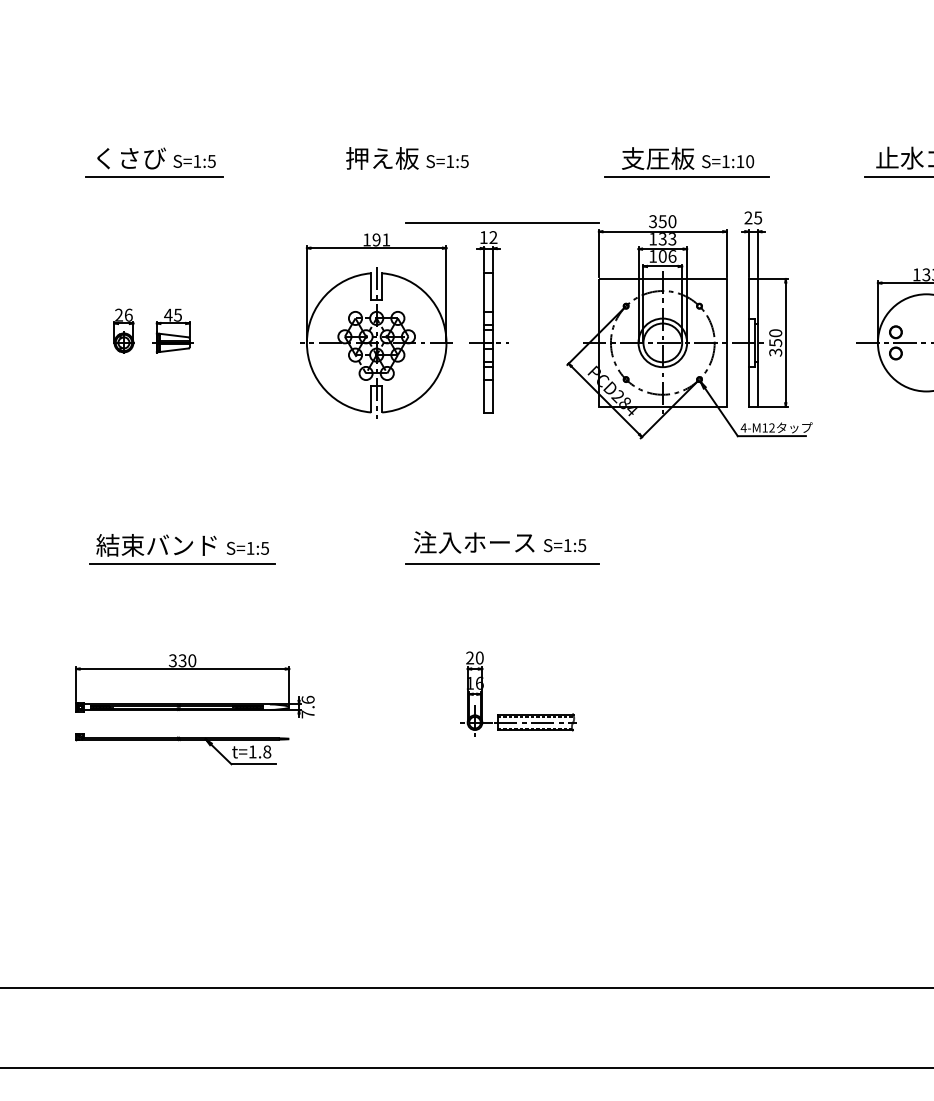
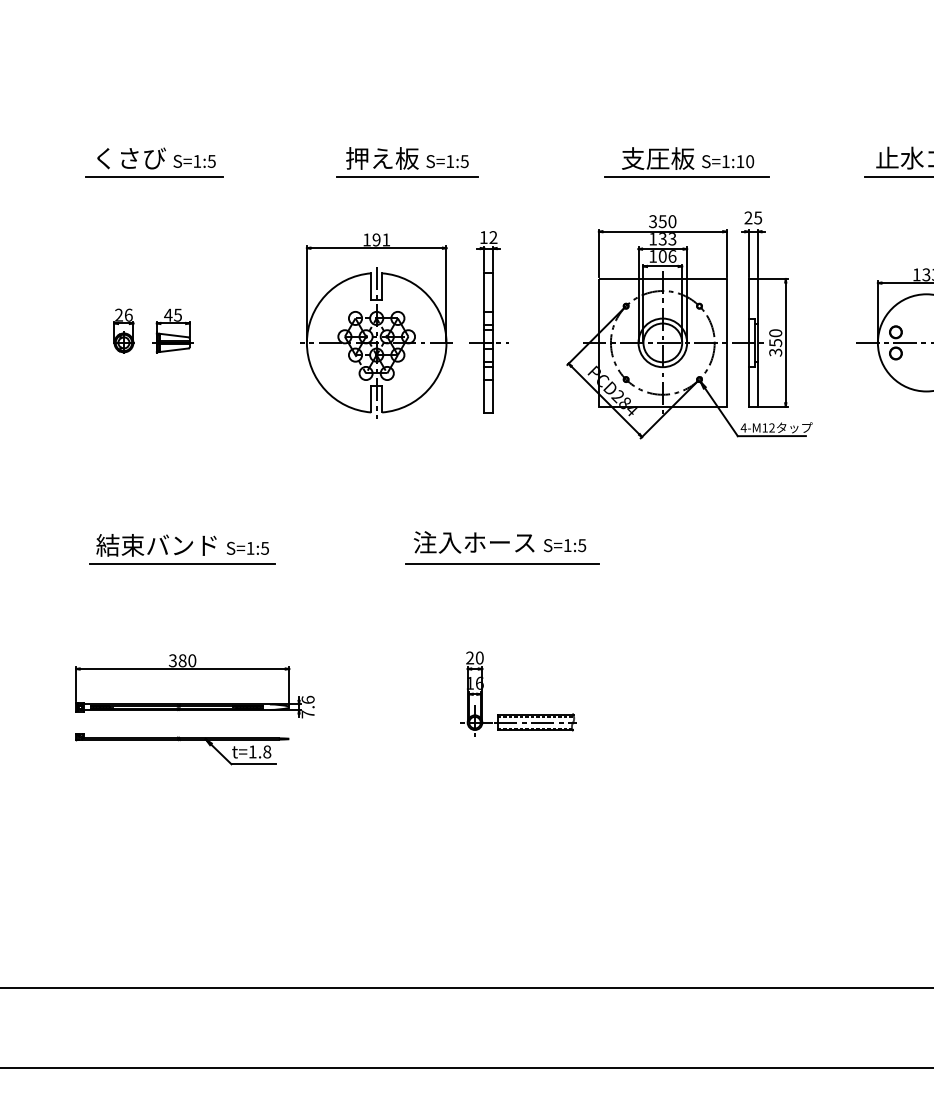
line at (406, 176): none -> present
line at (502, 222): present -> none
text at (182, 660): 330 -> 380
